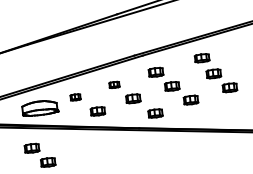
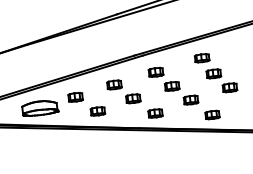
part at (114, 84) size: 13x9 px -> 17x12 px
part at (75, 97) size: 13x9 px -> 17x11 px
part at (212, 114): none -> present
part at (39, 154): present -> none
